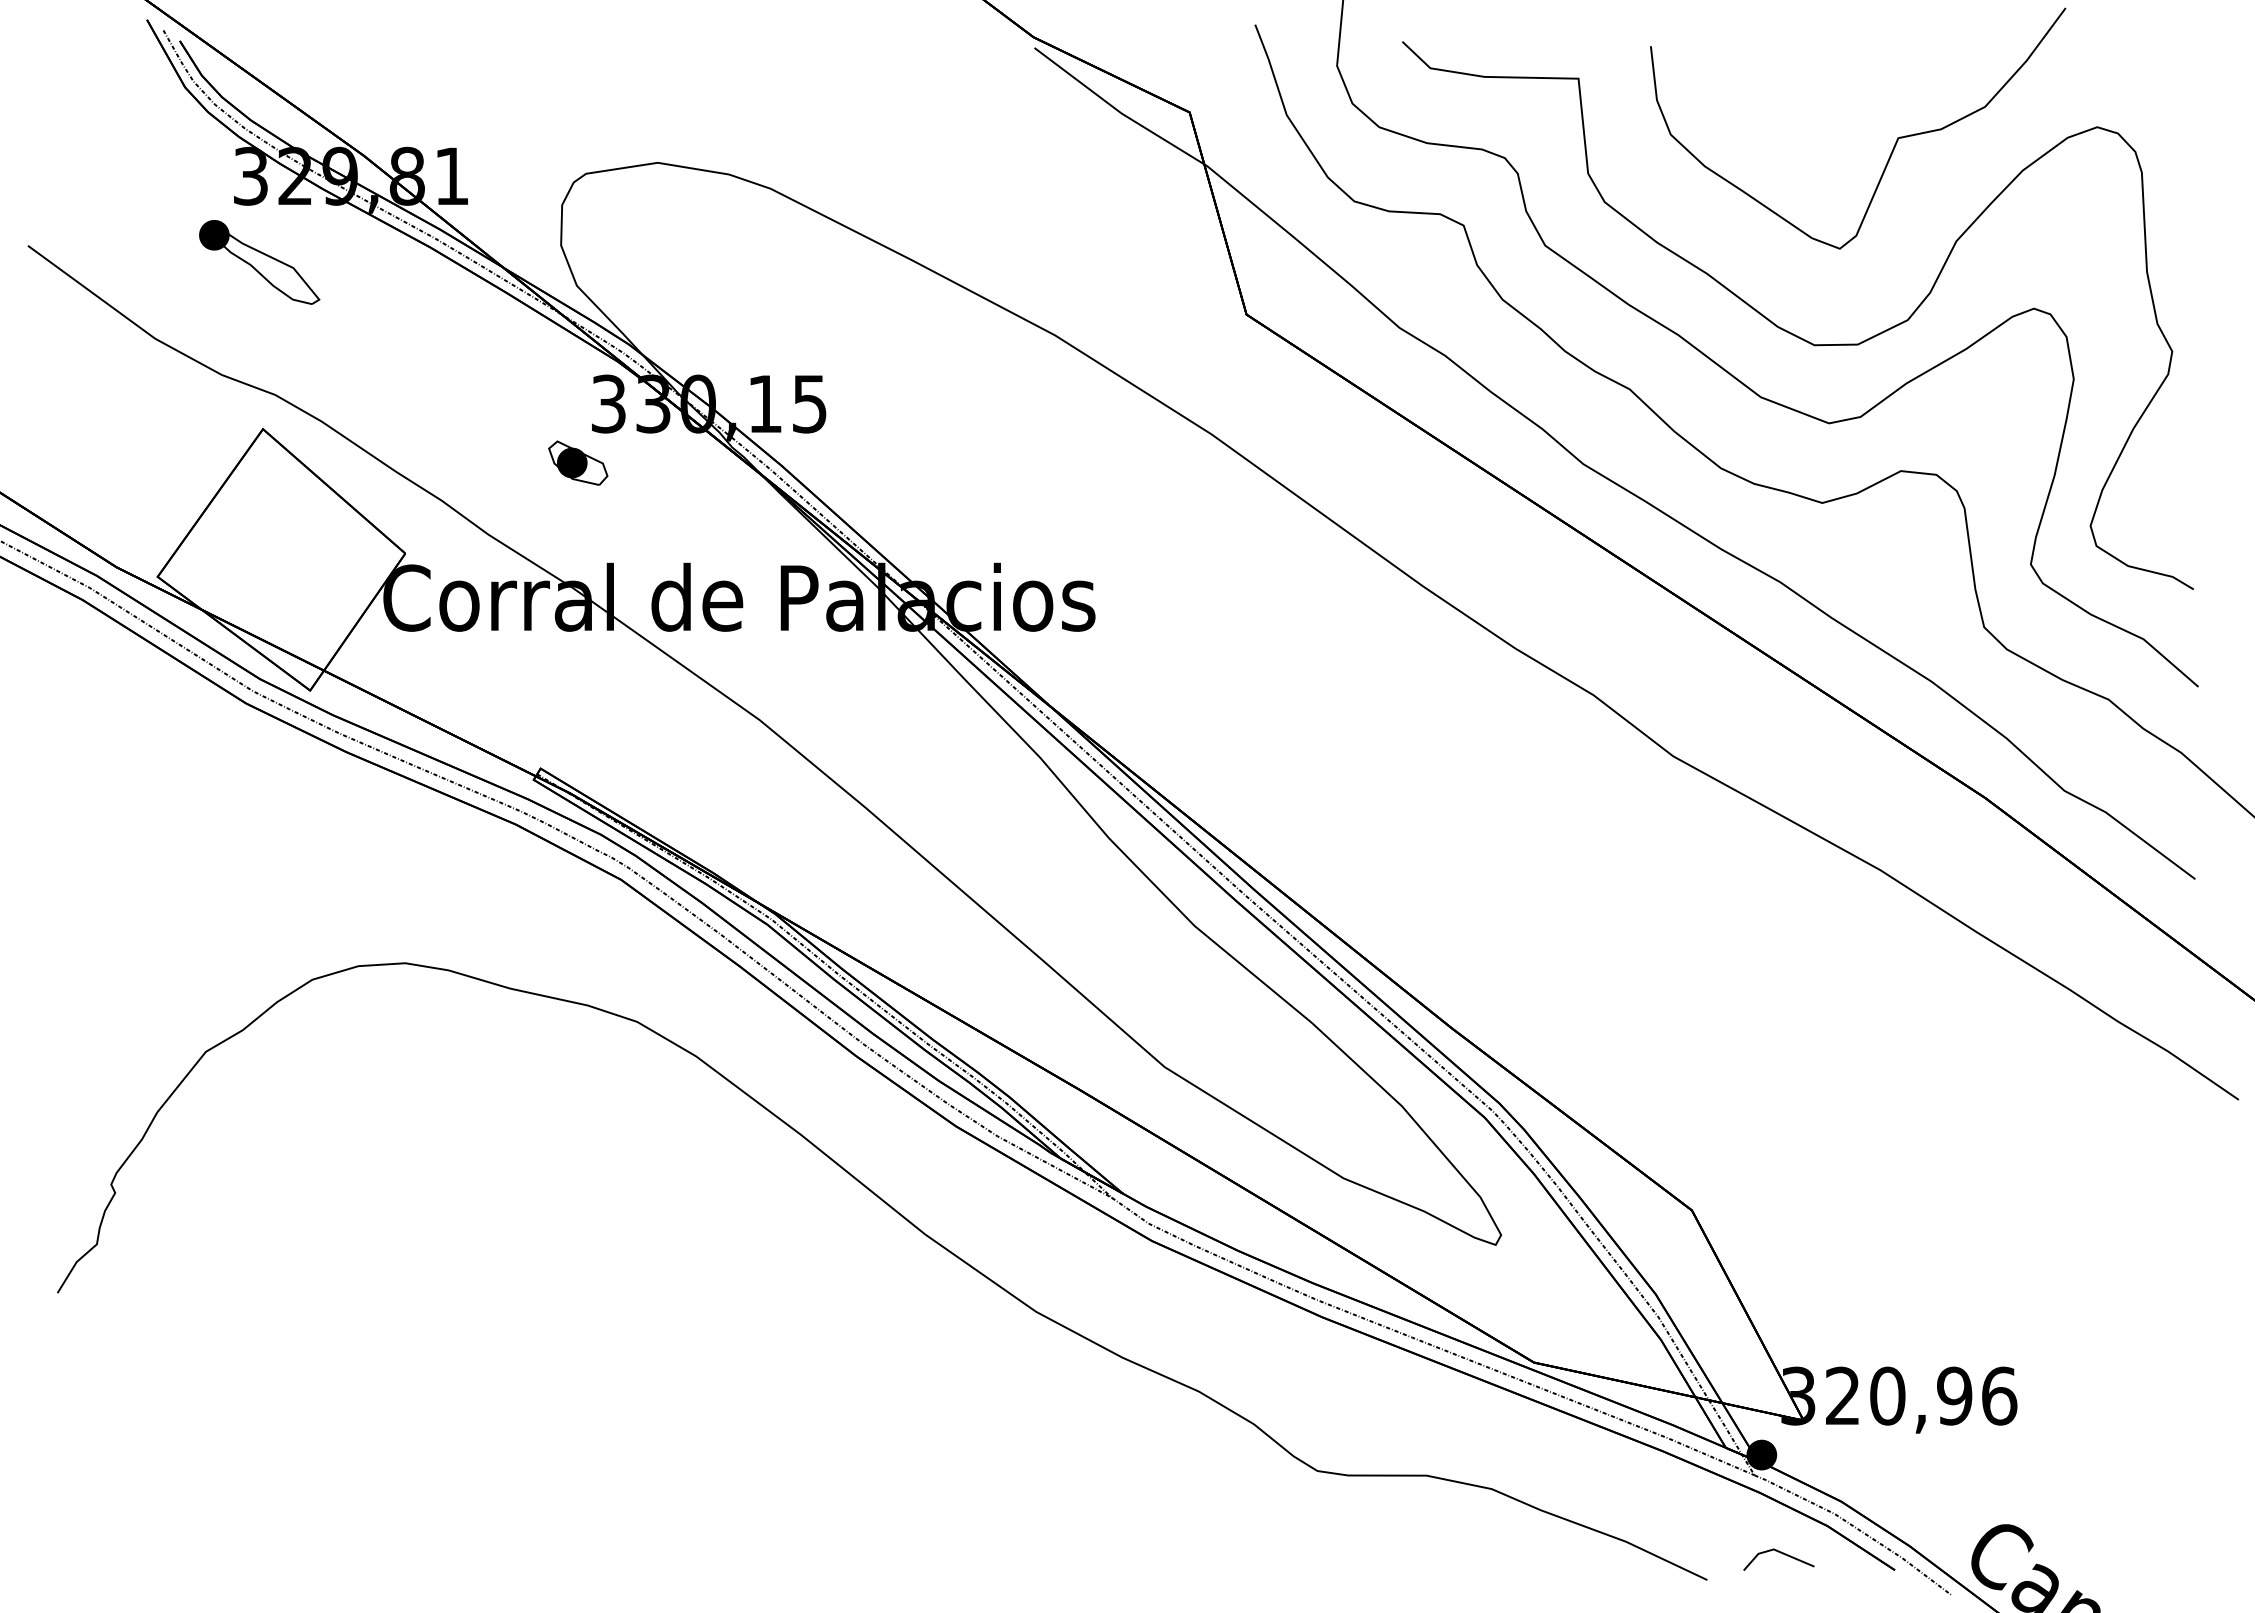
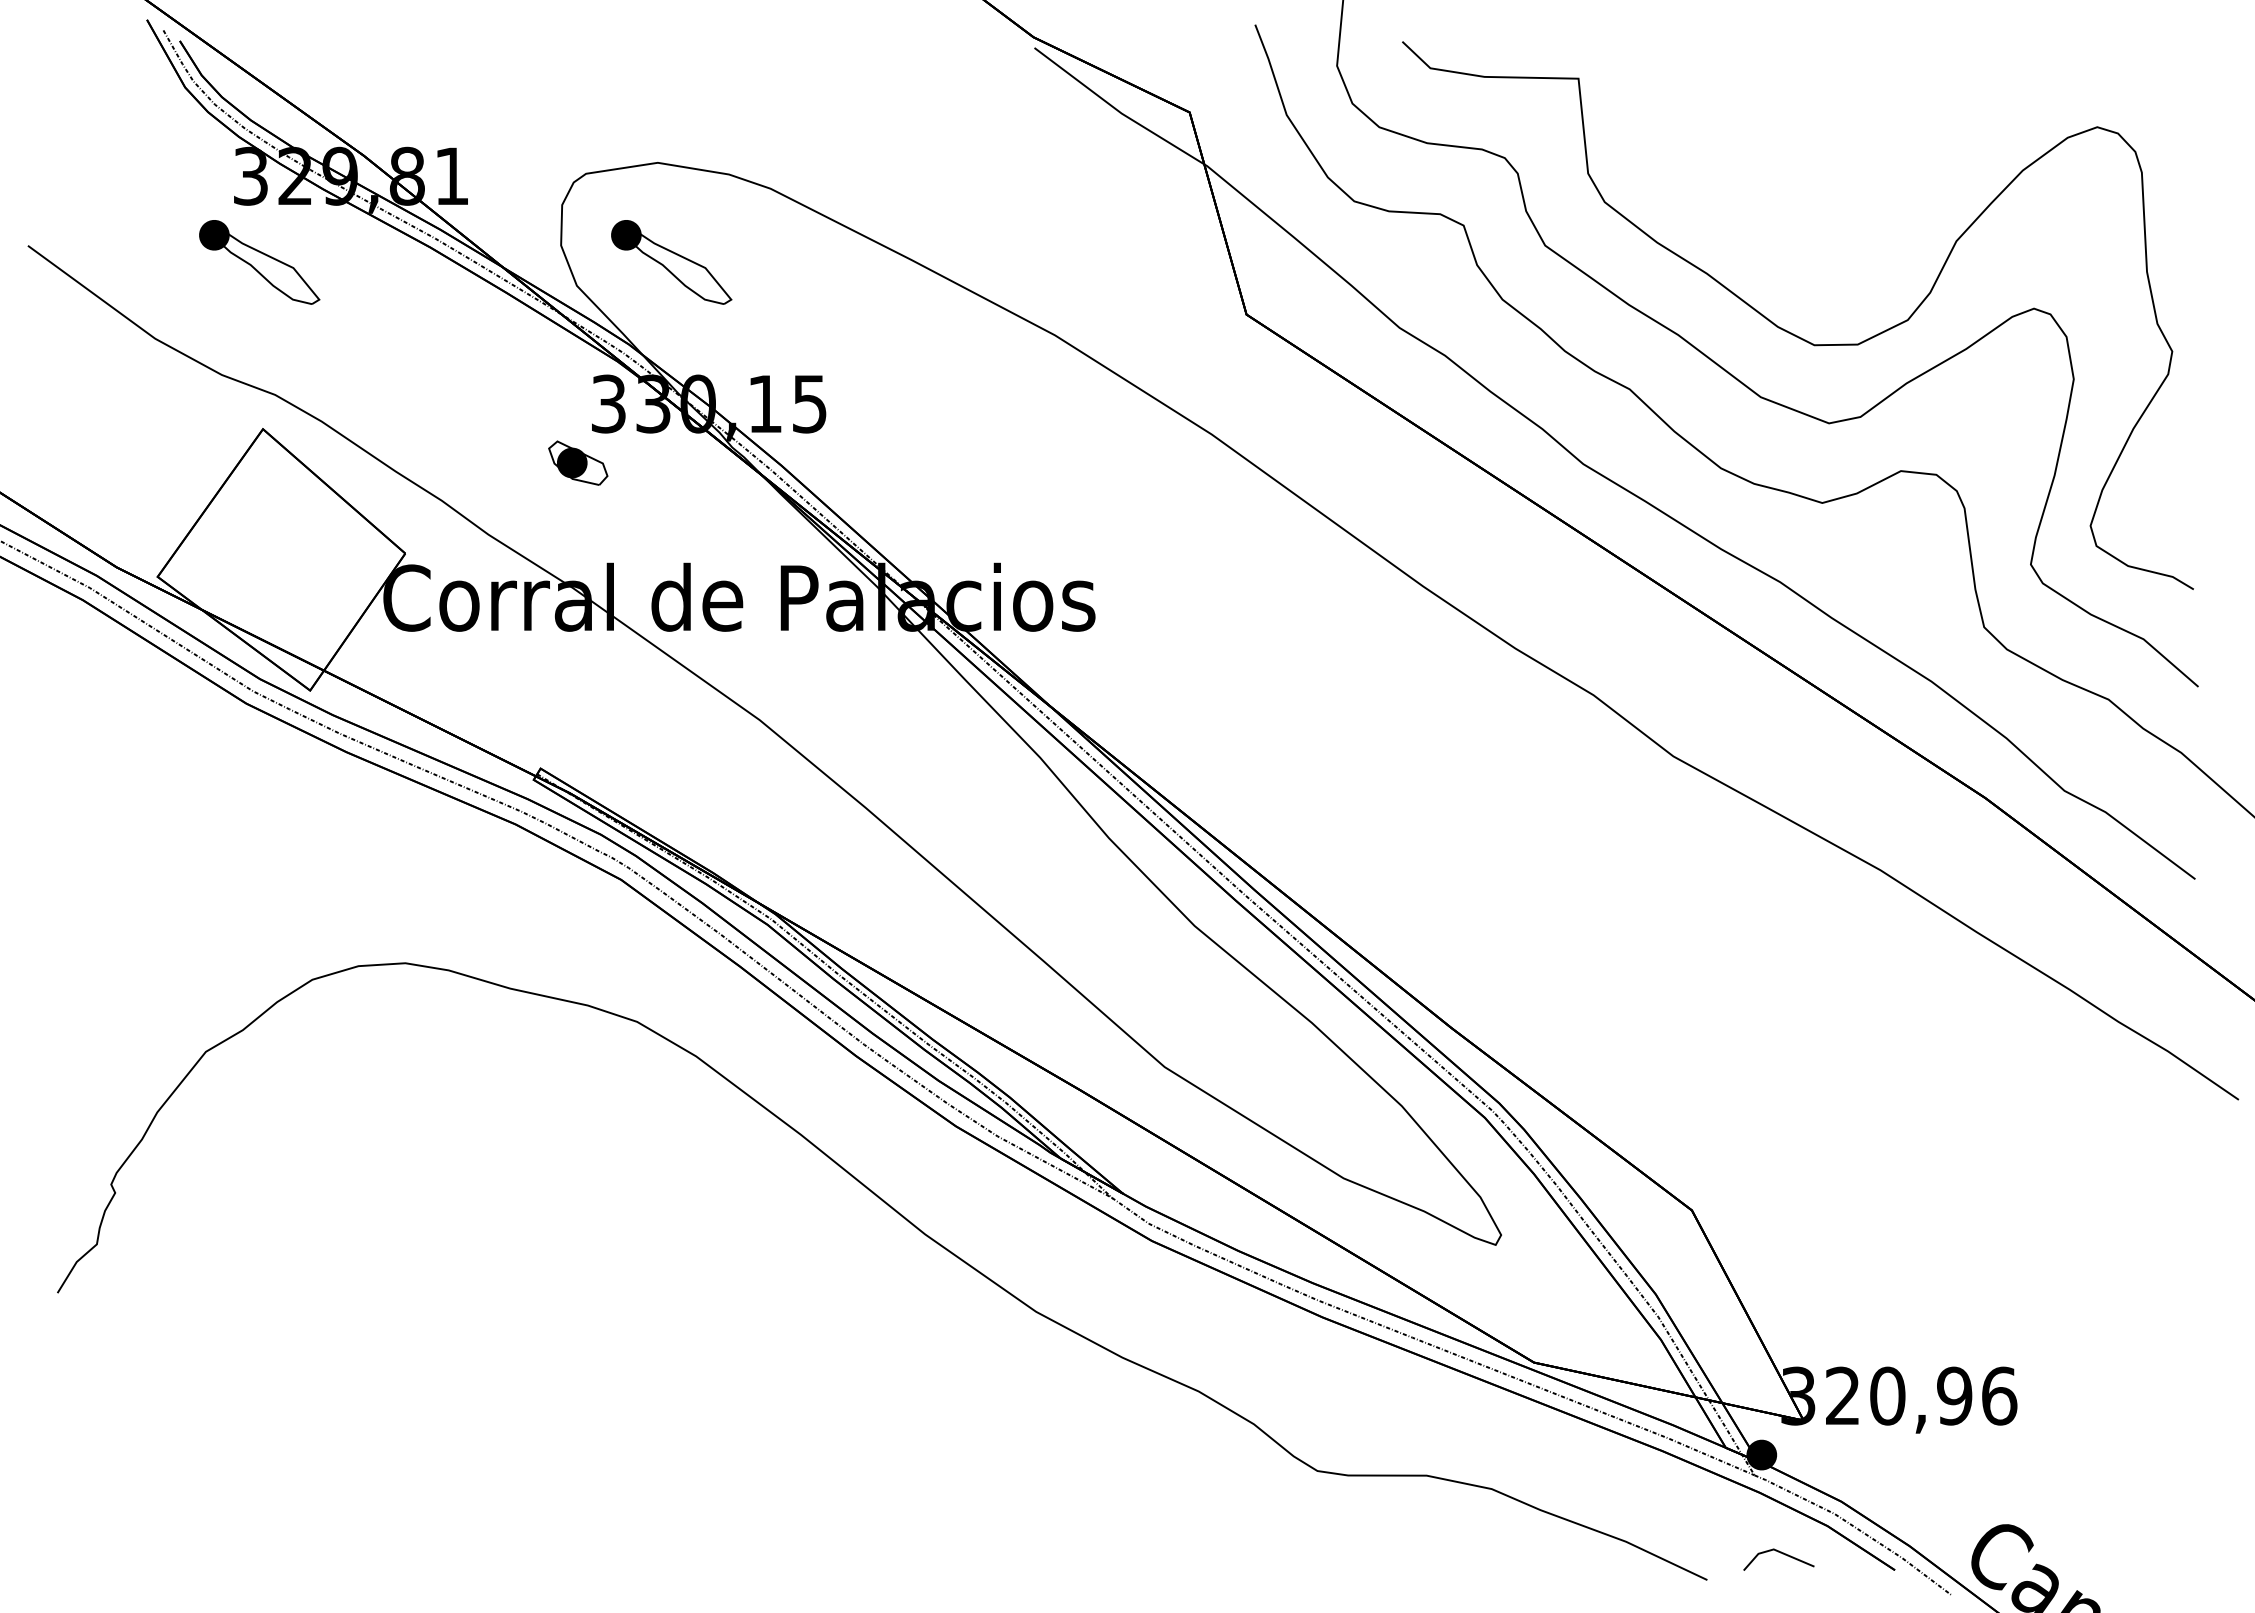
part at (1893, 146): present -> none
part at (671, 262): none -> present
